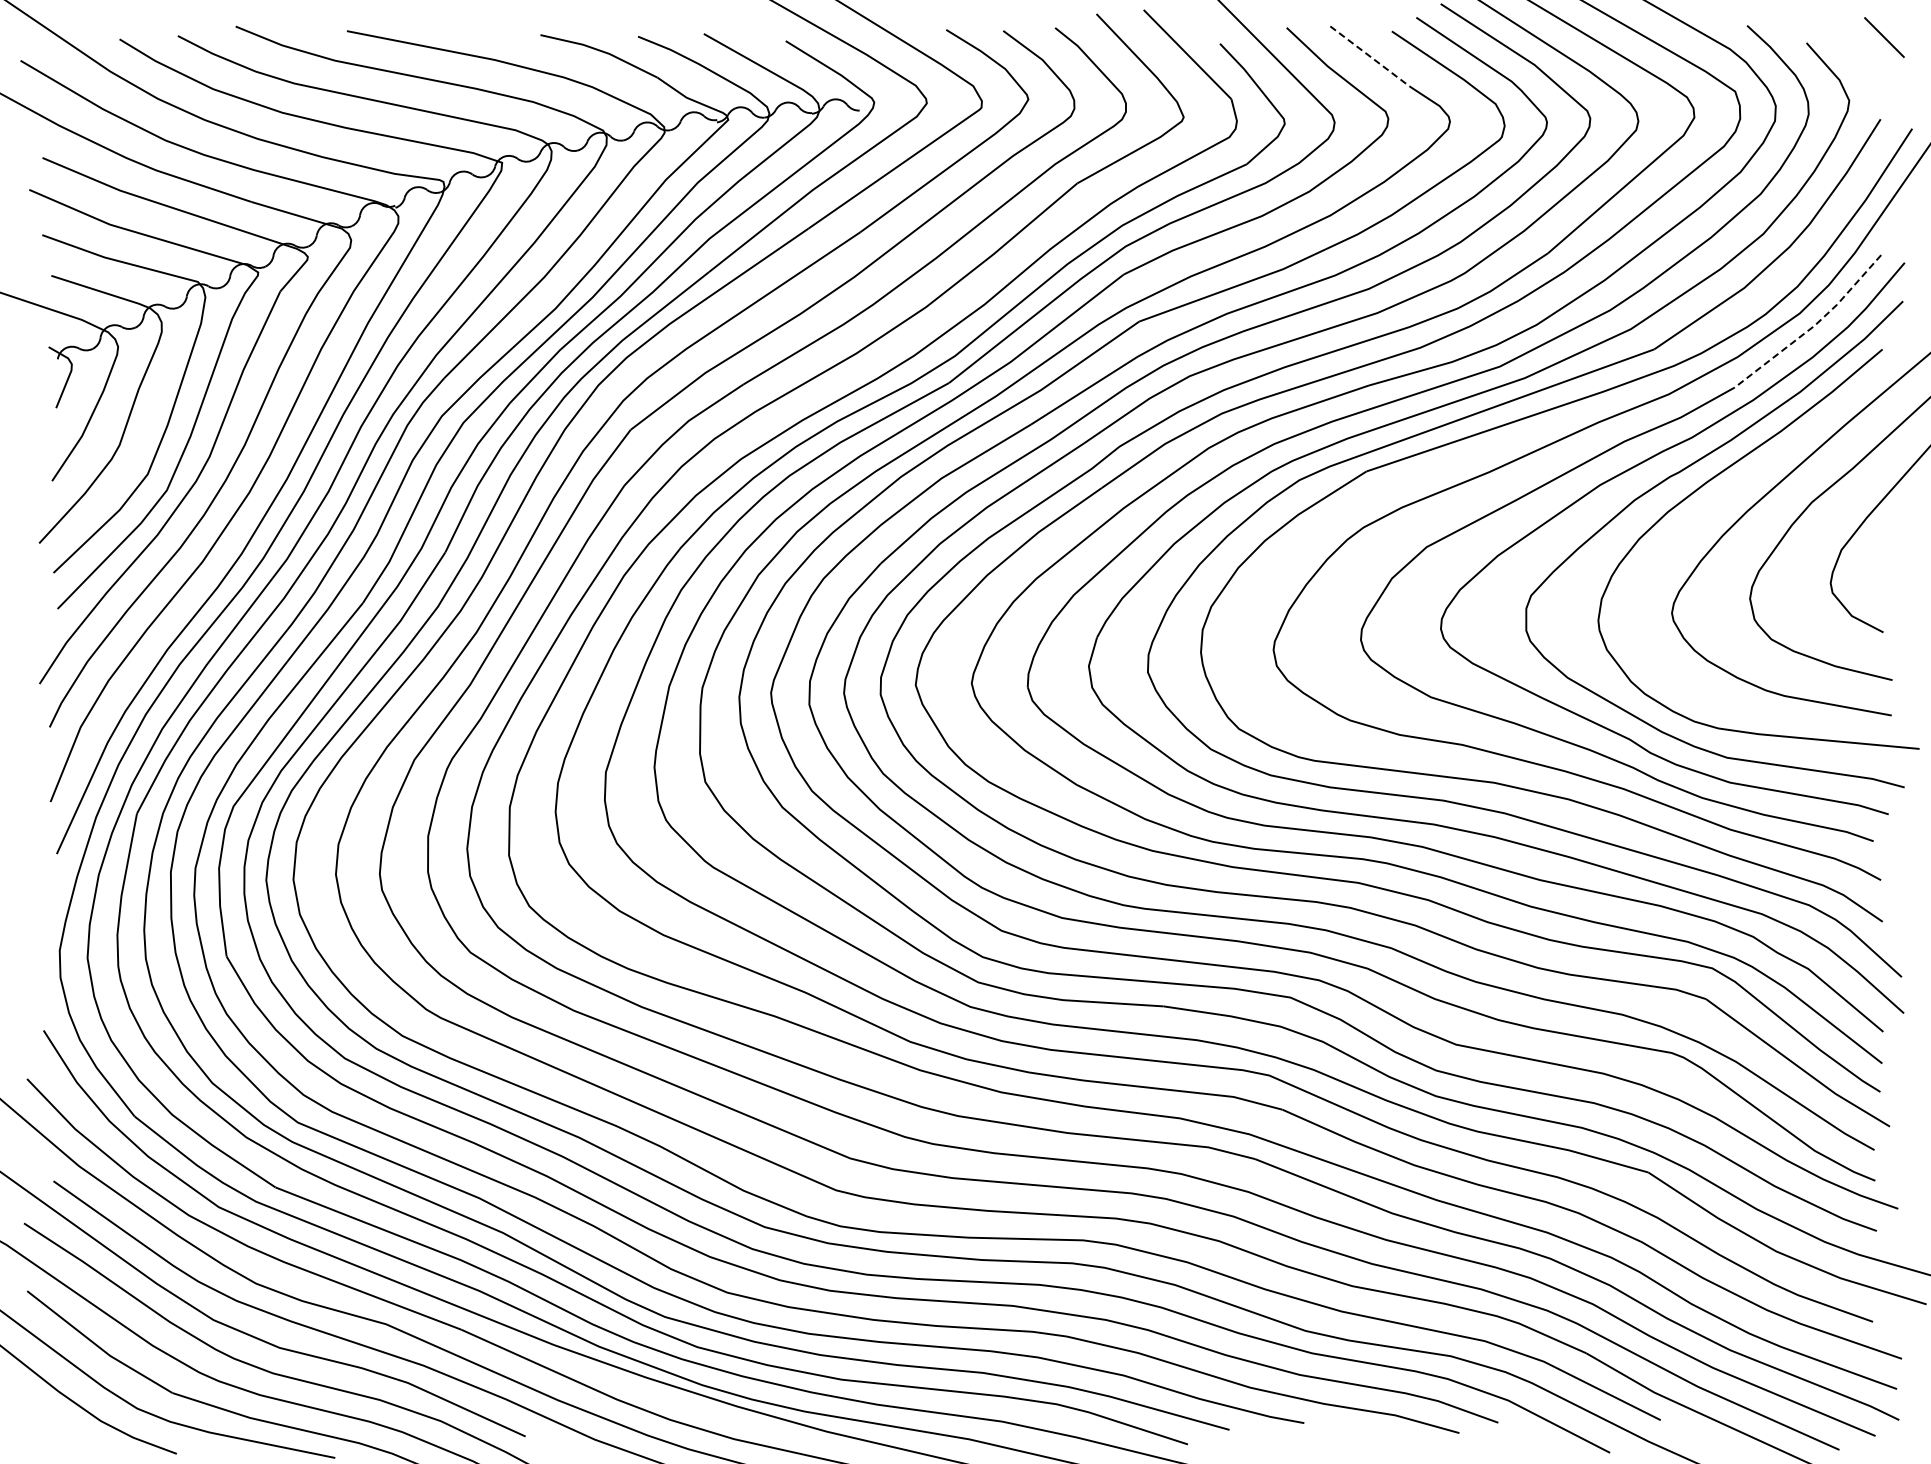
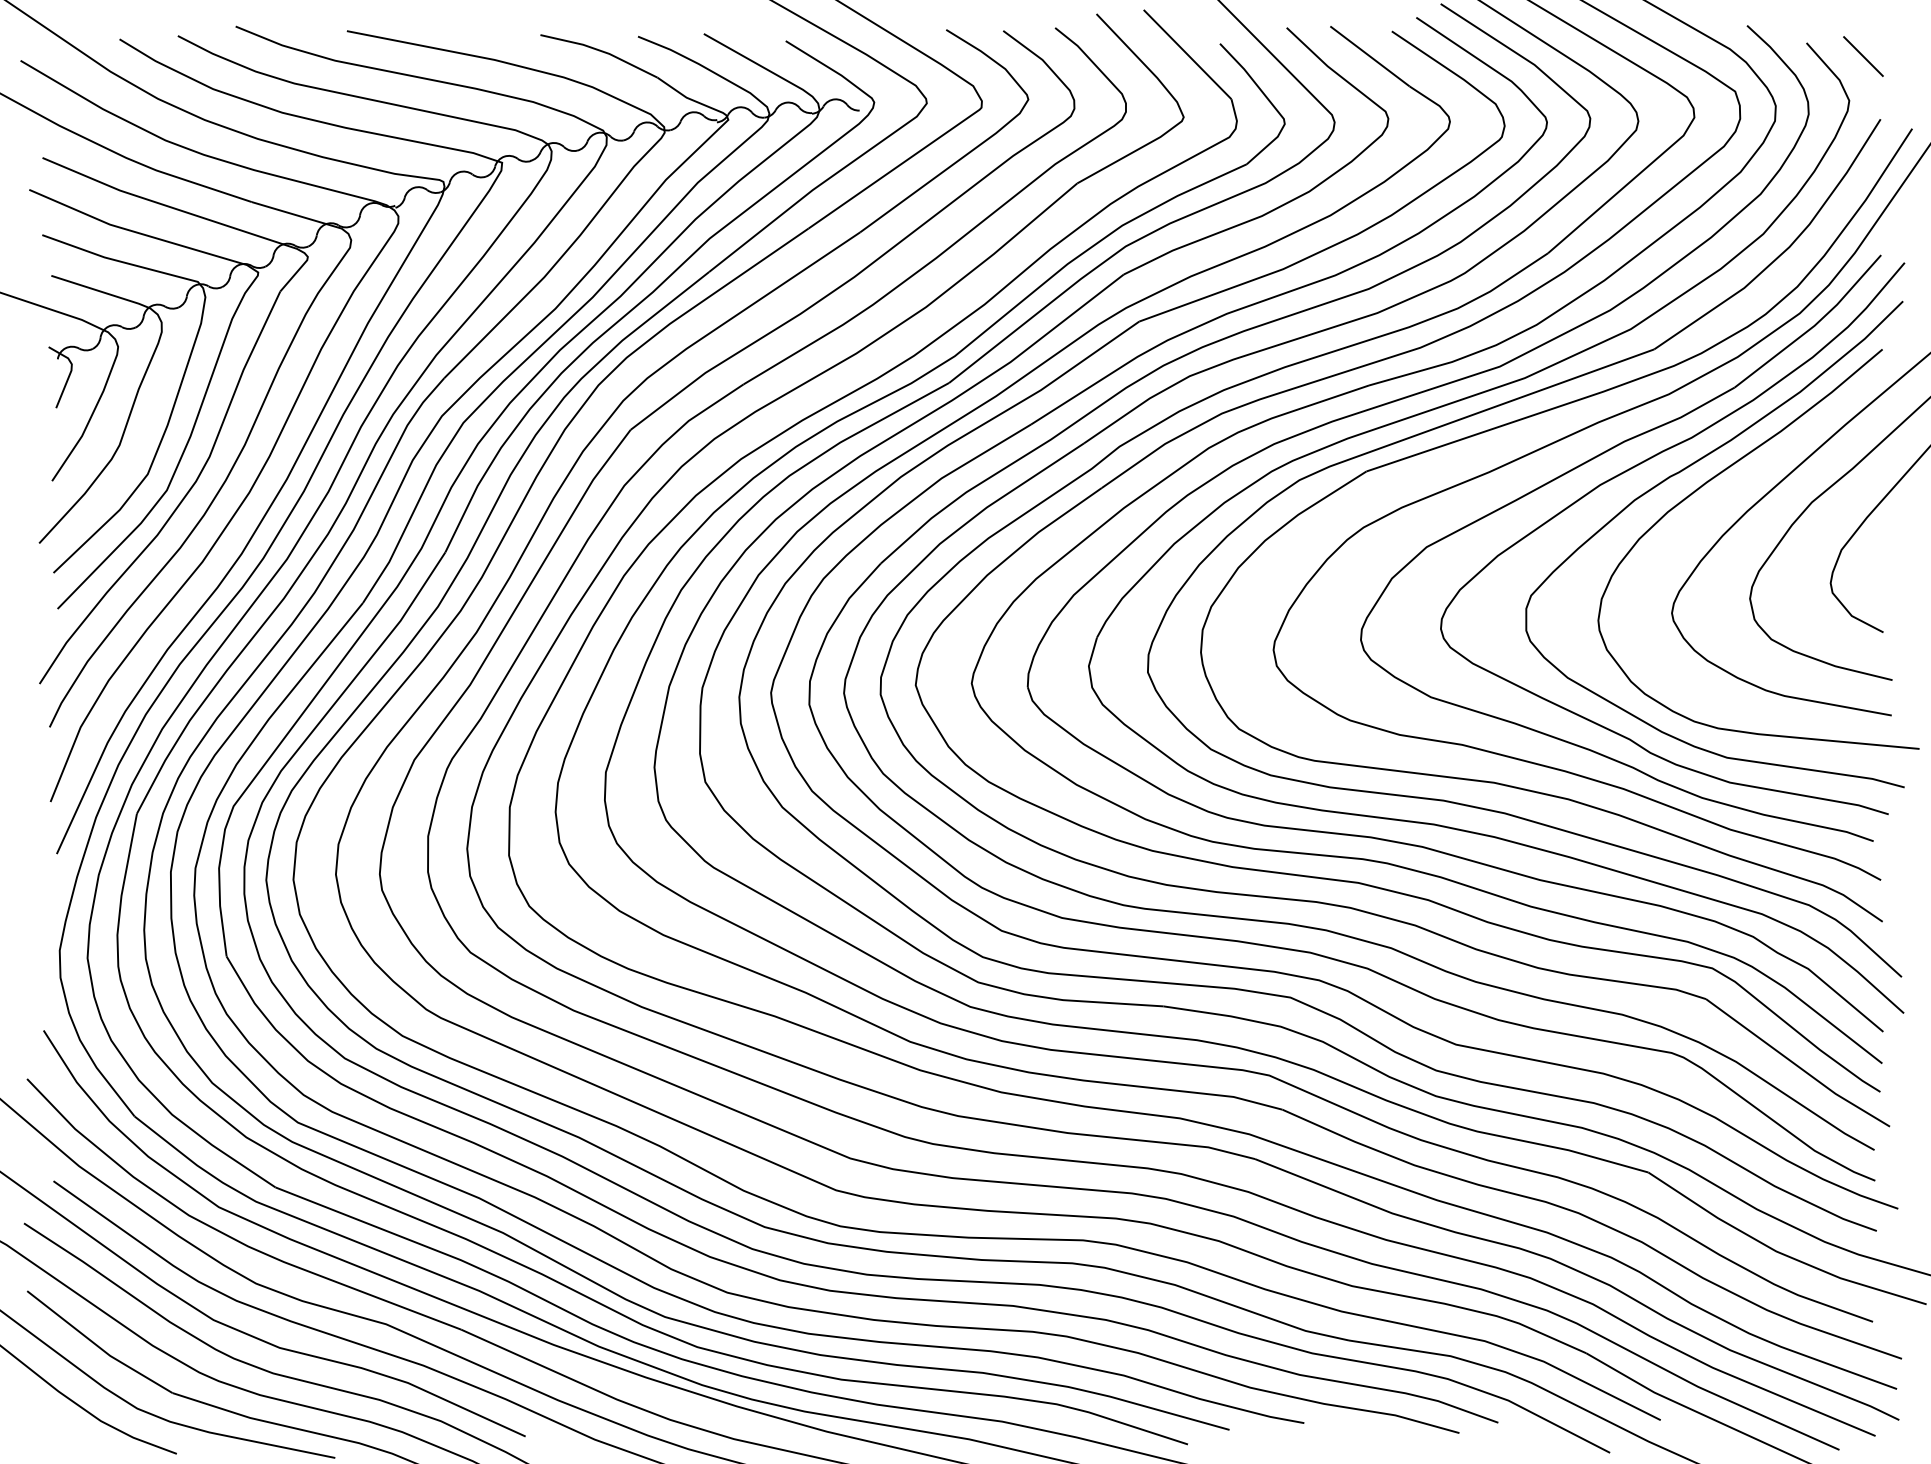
line at (1884, 37) position: (1884, 37) -> (1863, 56)
line at (1370, 56): dashed -> solid
line at (1813, 326): dashed -> solid
